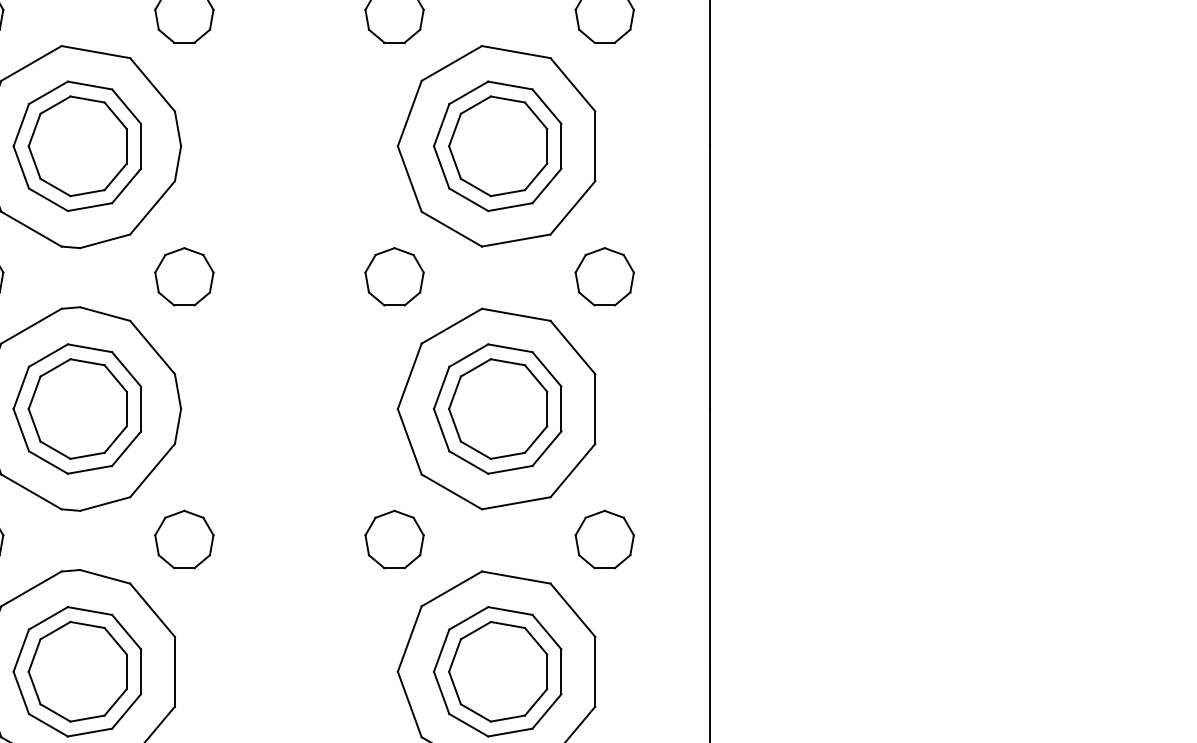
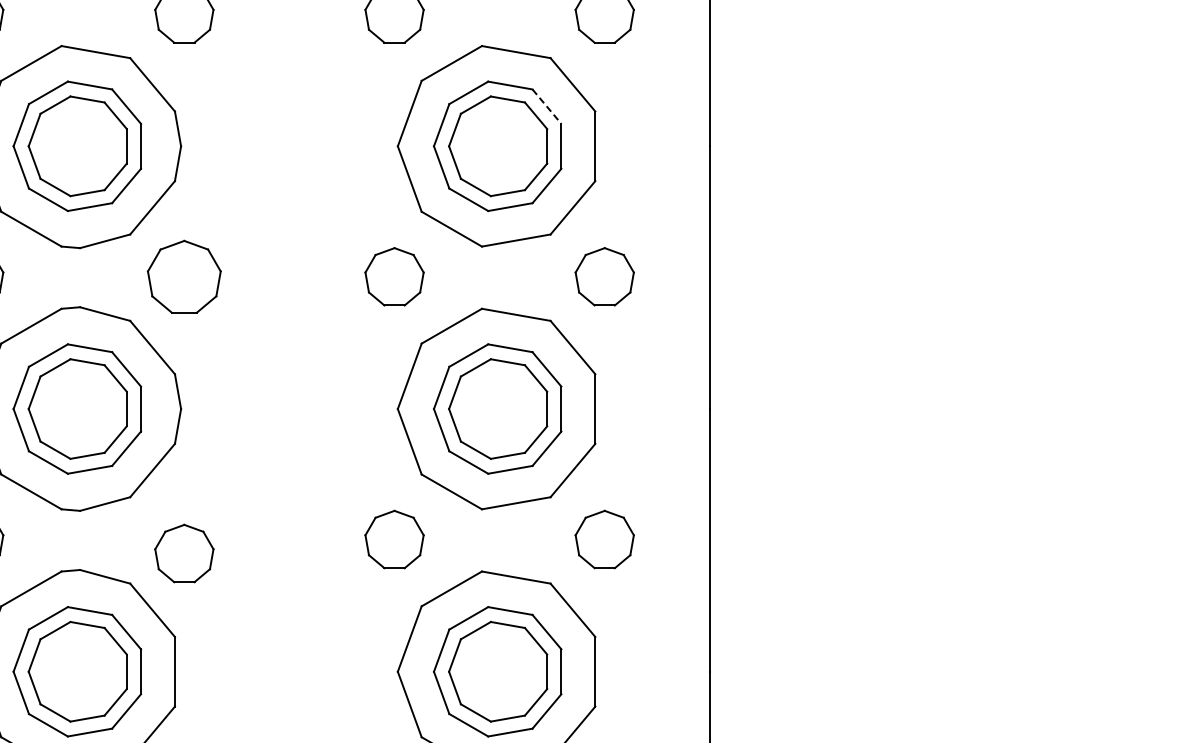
line at (547, 107): solid -> dashed
part at (184, 276) size: 61x60 px -> 76x75 px
part at (184, 539) position: (184, 539) -> (184, 553)
